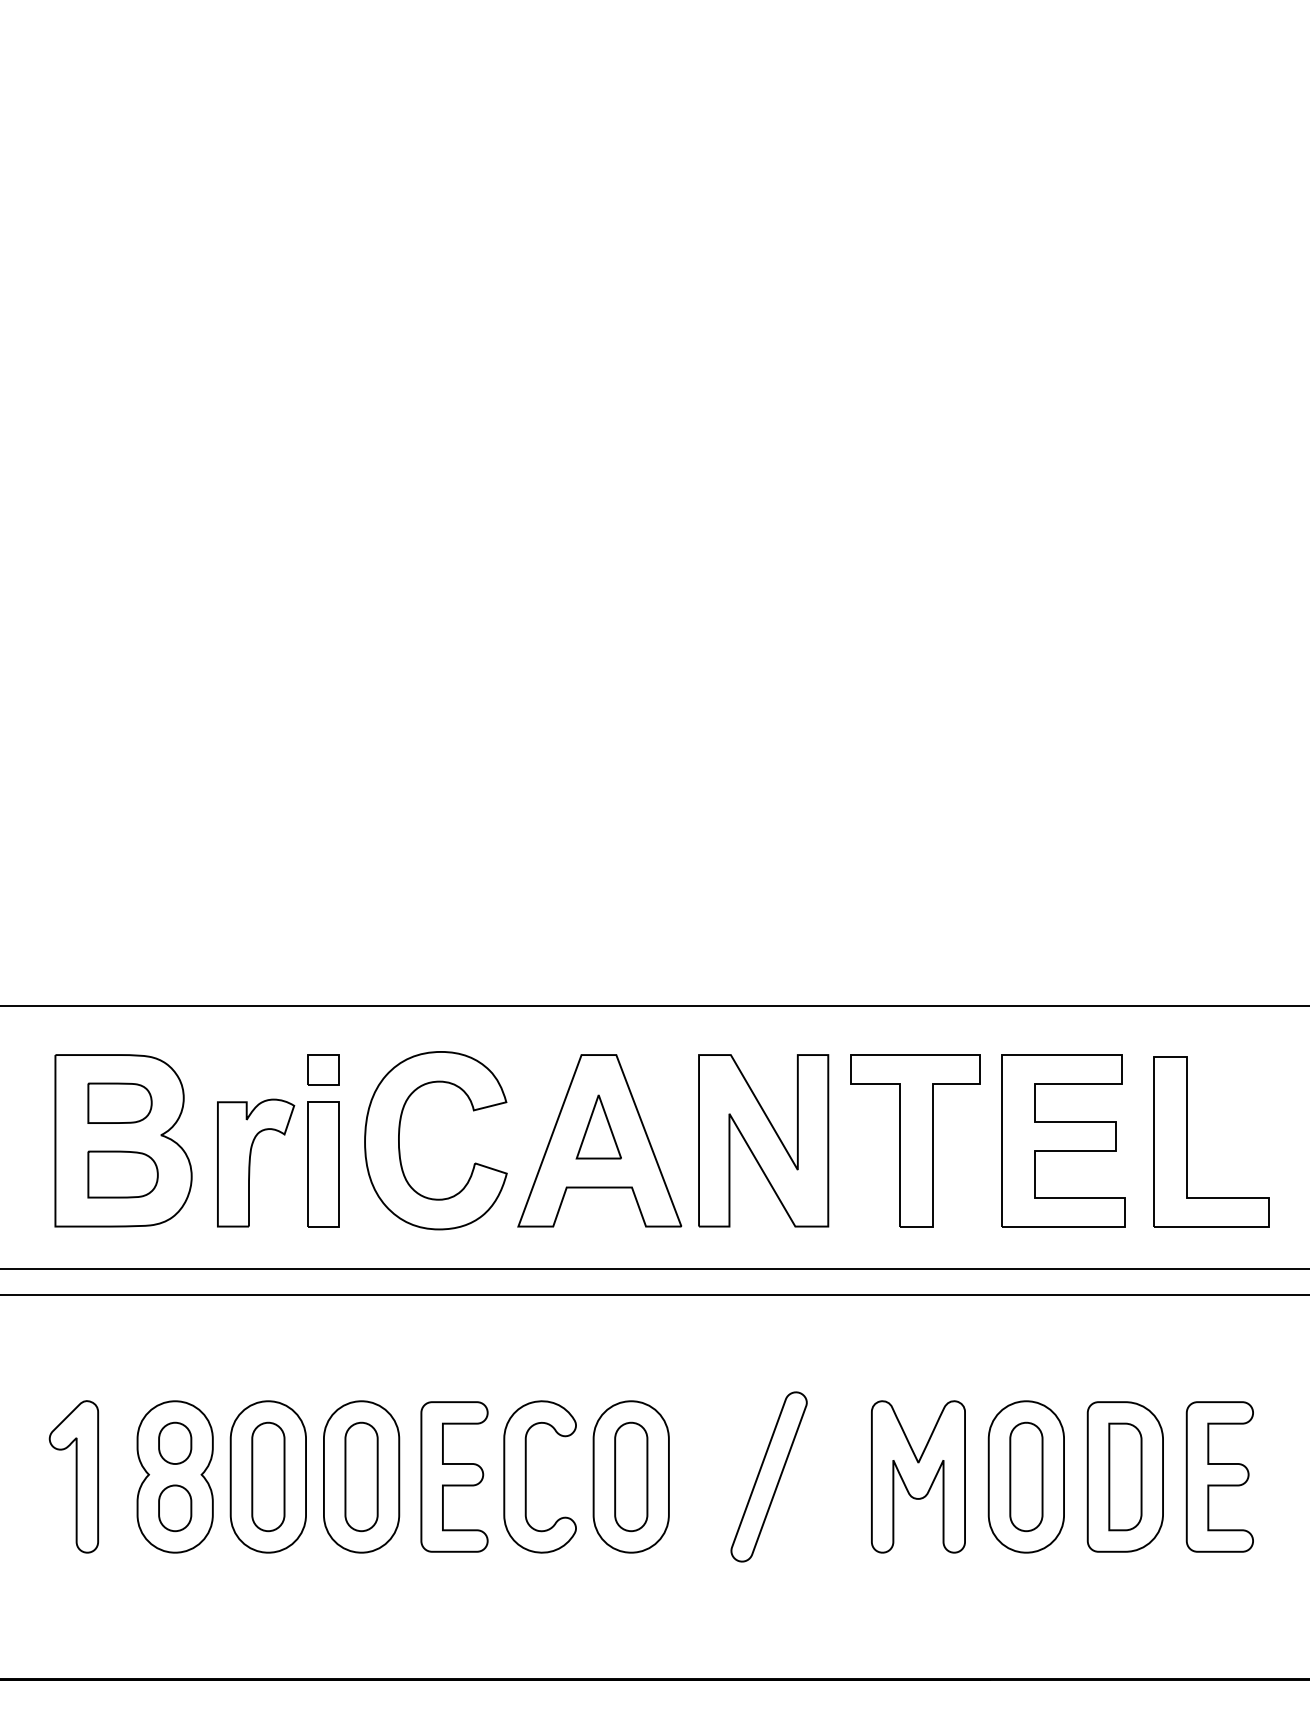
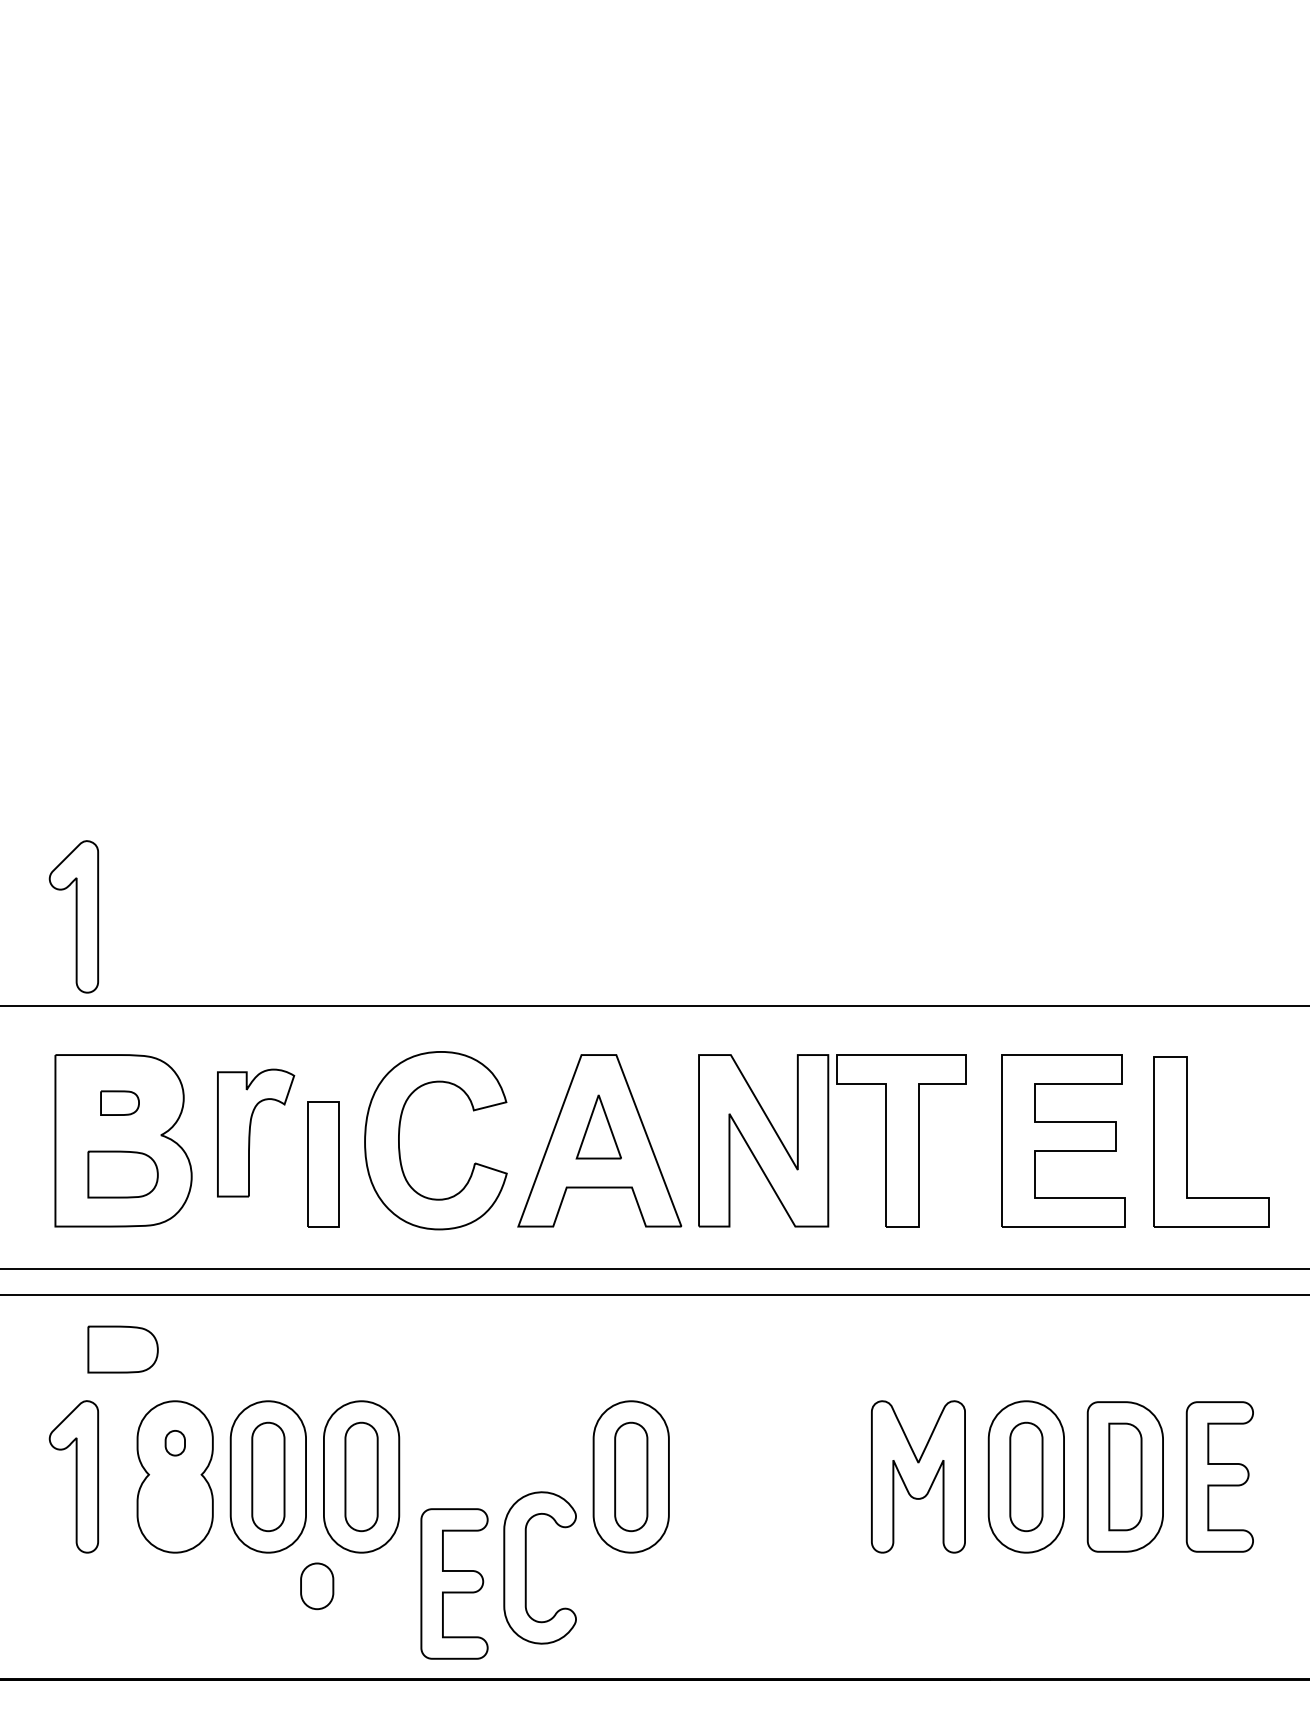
part at (73, 916): none -> present
part at (323, 1069): present -> none
part at (119, 1102) size: 66x42 px -> 40x26 px
part at (915, 1140) position: (915, 1140) -> (901, 1140)
part at (256, 1162) position: (256, 1162) -> (256, 1132)
part at (122, 1349): none -> present
part at (175, 1442) size: 35x44 px -> 22x27 px
part at (454, 1476) position: (454, 1476) -> (454, 1583)
part at (526, 1476) position: (526, 1476) -> (526, 1567)
part at (768, 1476): present -> none
part at (175, 1508) position: (175, 1508) -> (317, 1586)
